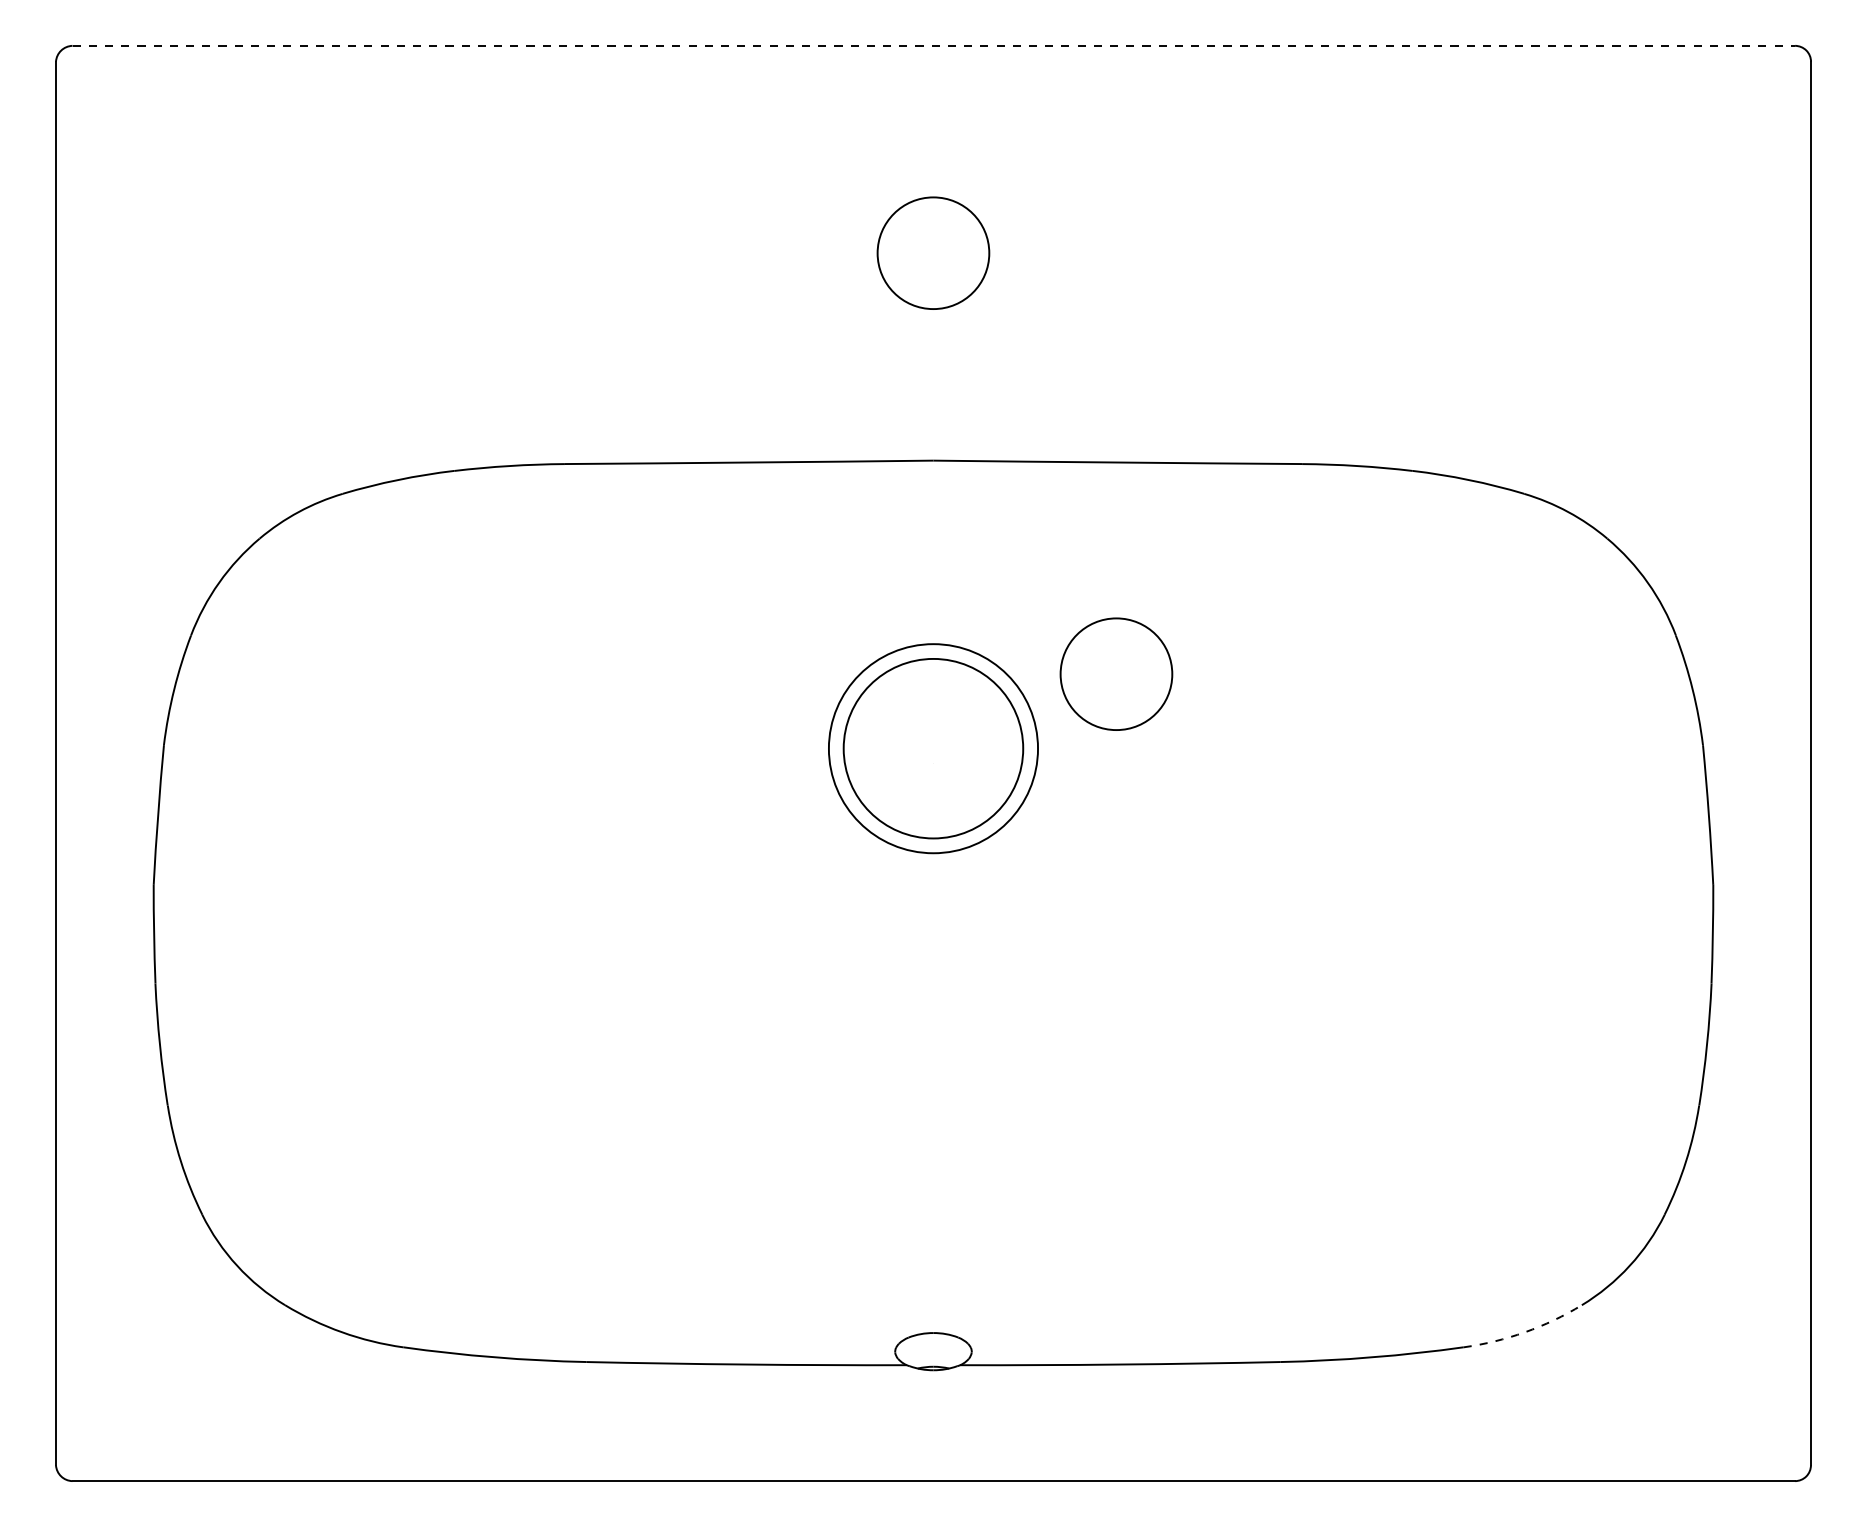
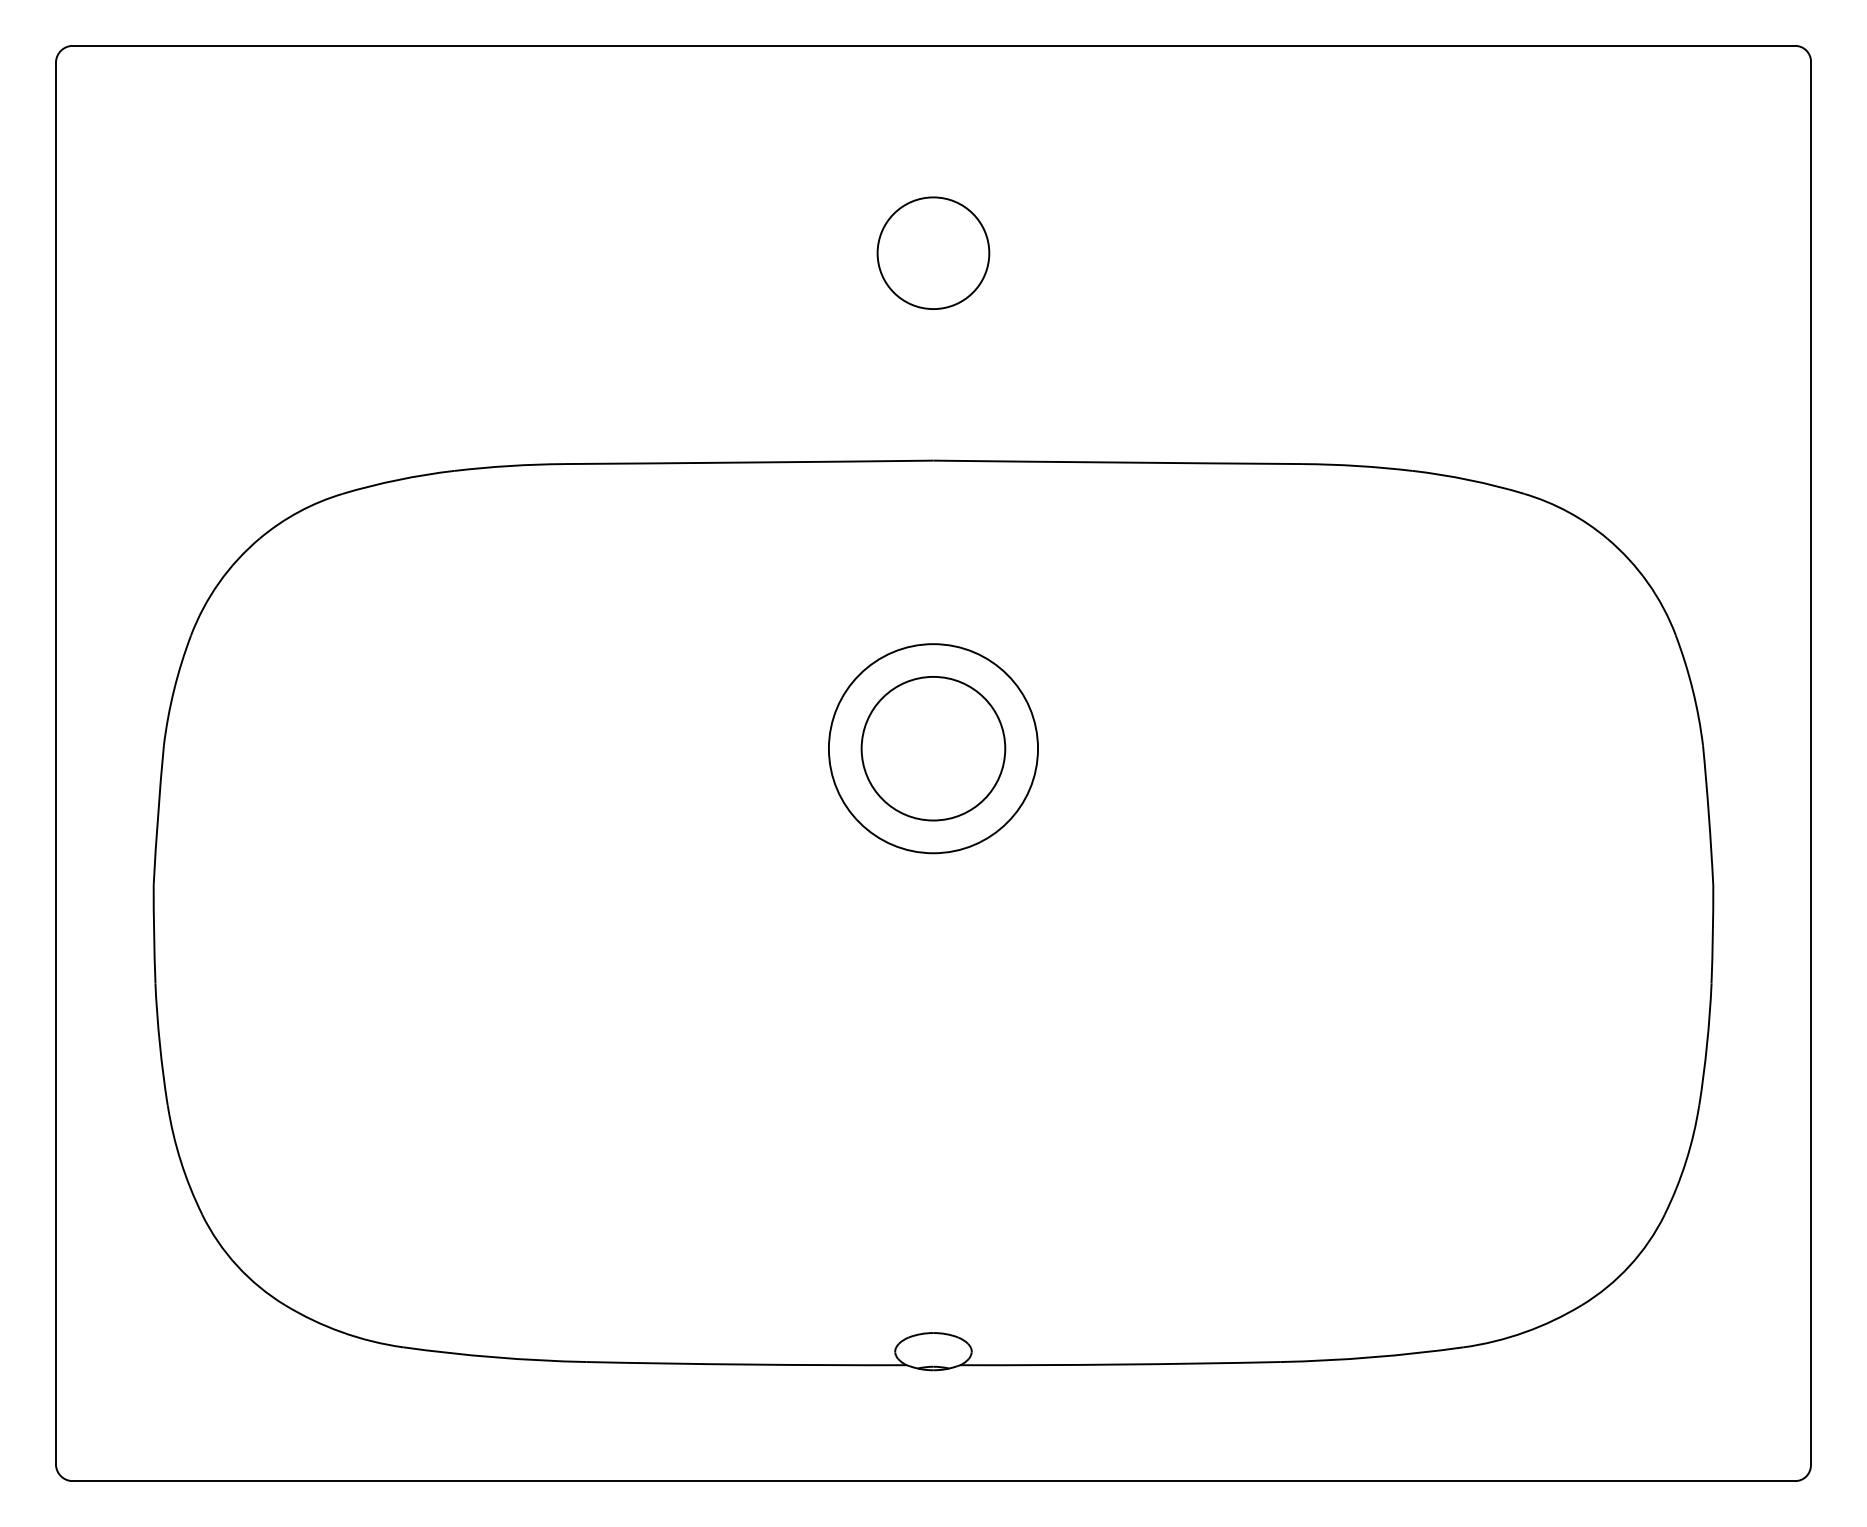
line at (934, 45): dashed -> solid
circle at (1116, 673): present -> none
circle at (933, 748) diameter: 180 px -> 144 px
arc at (1524, 1332): dashed -> solid
